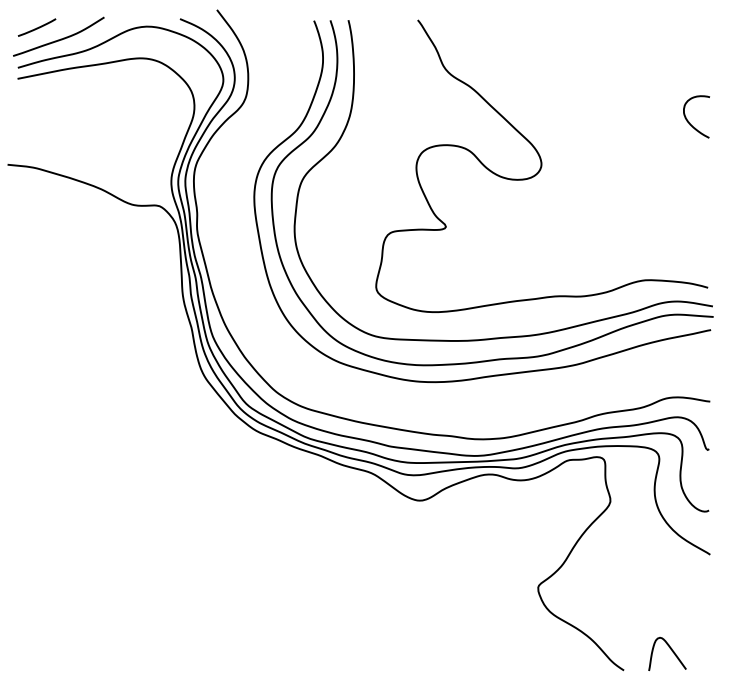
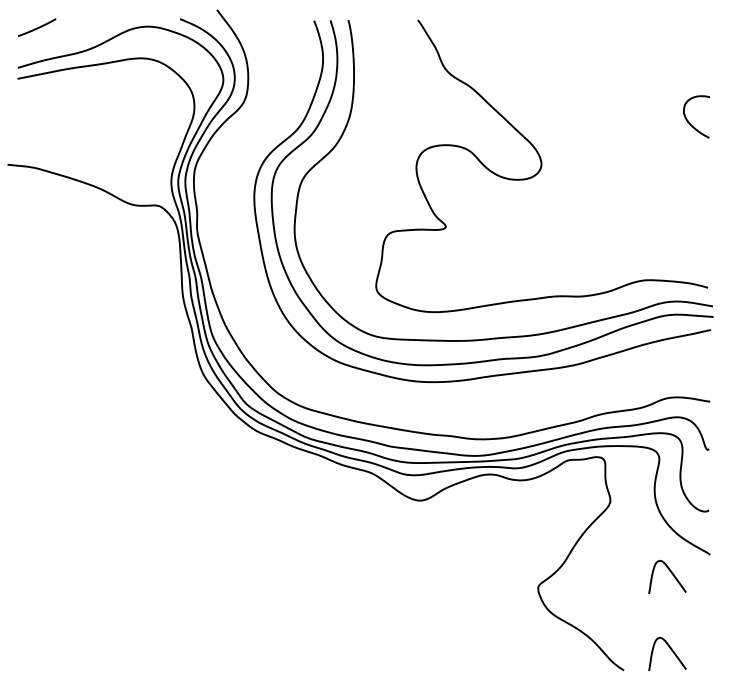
curve at (60, 38): present -> none
curve at (670, 572): none -> present
